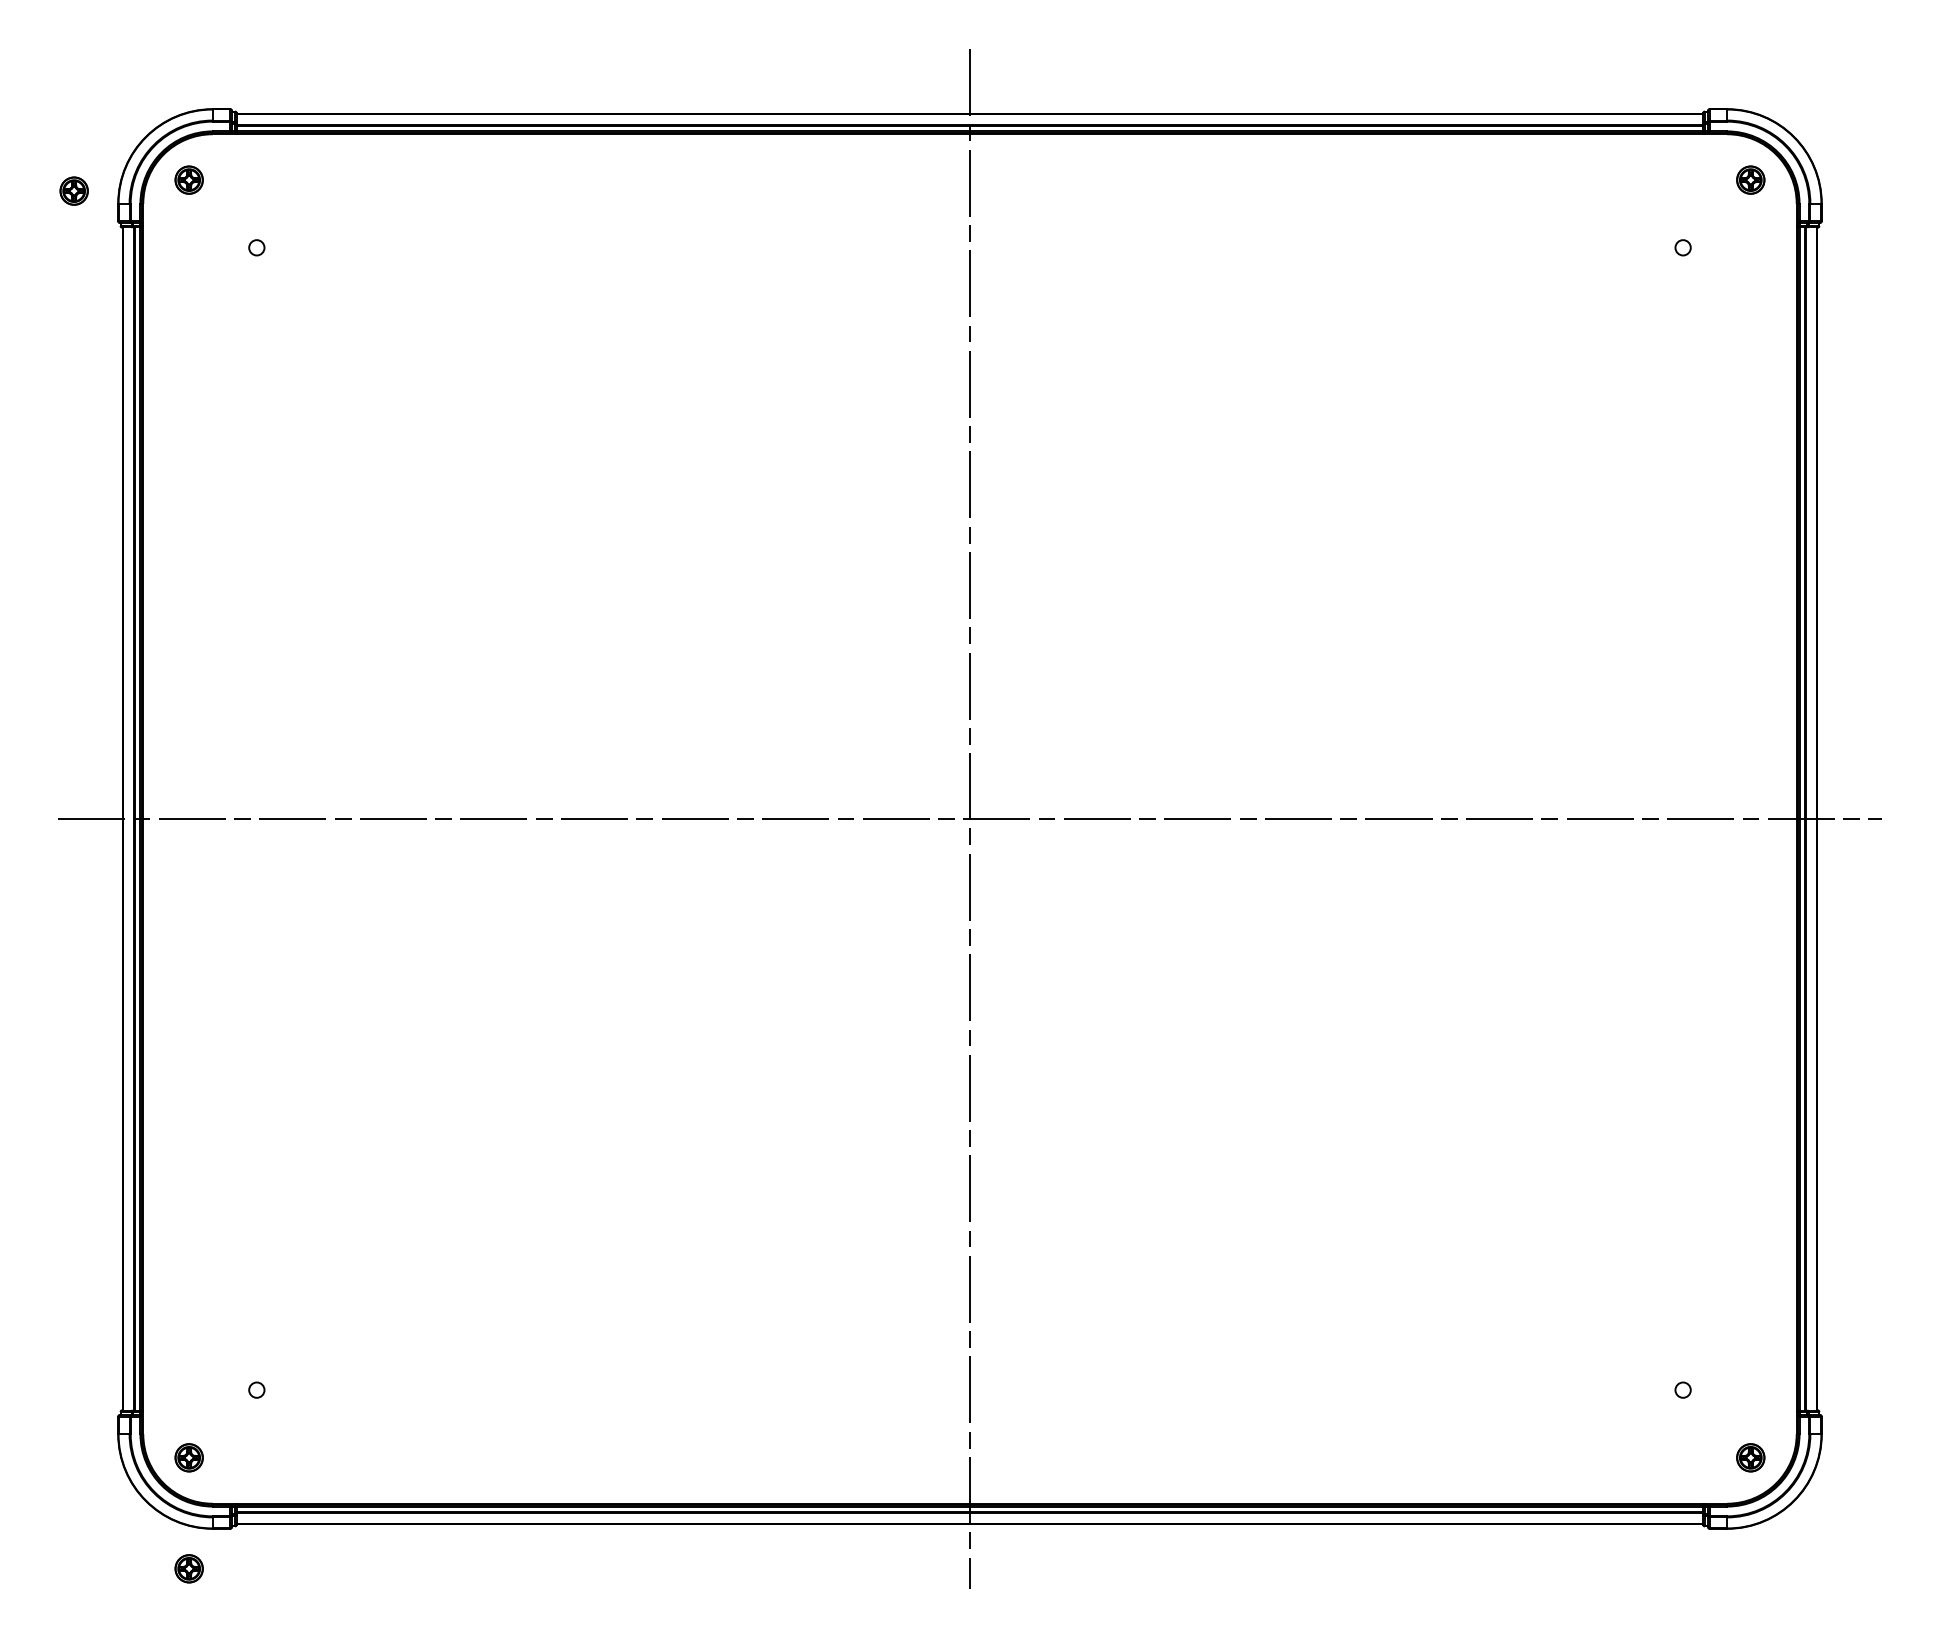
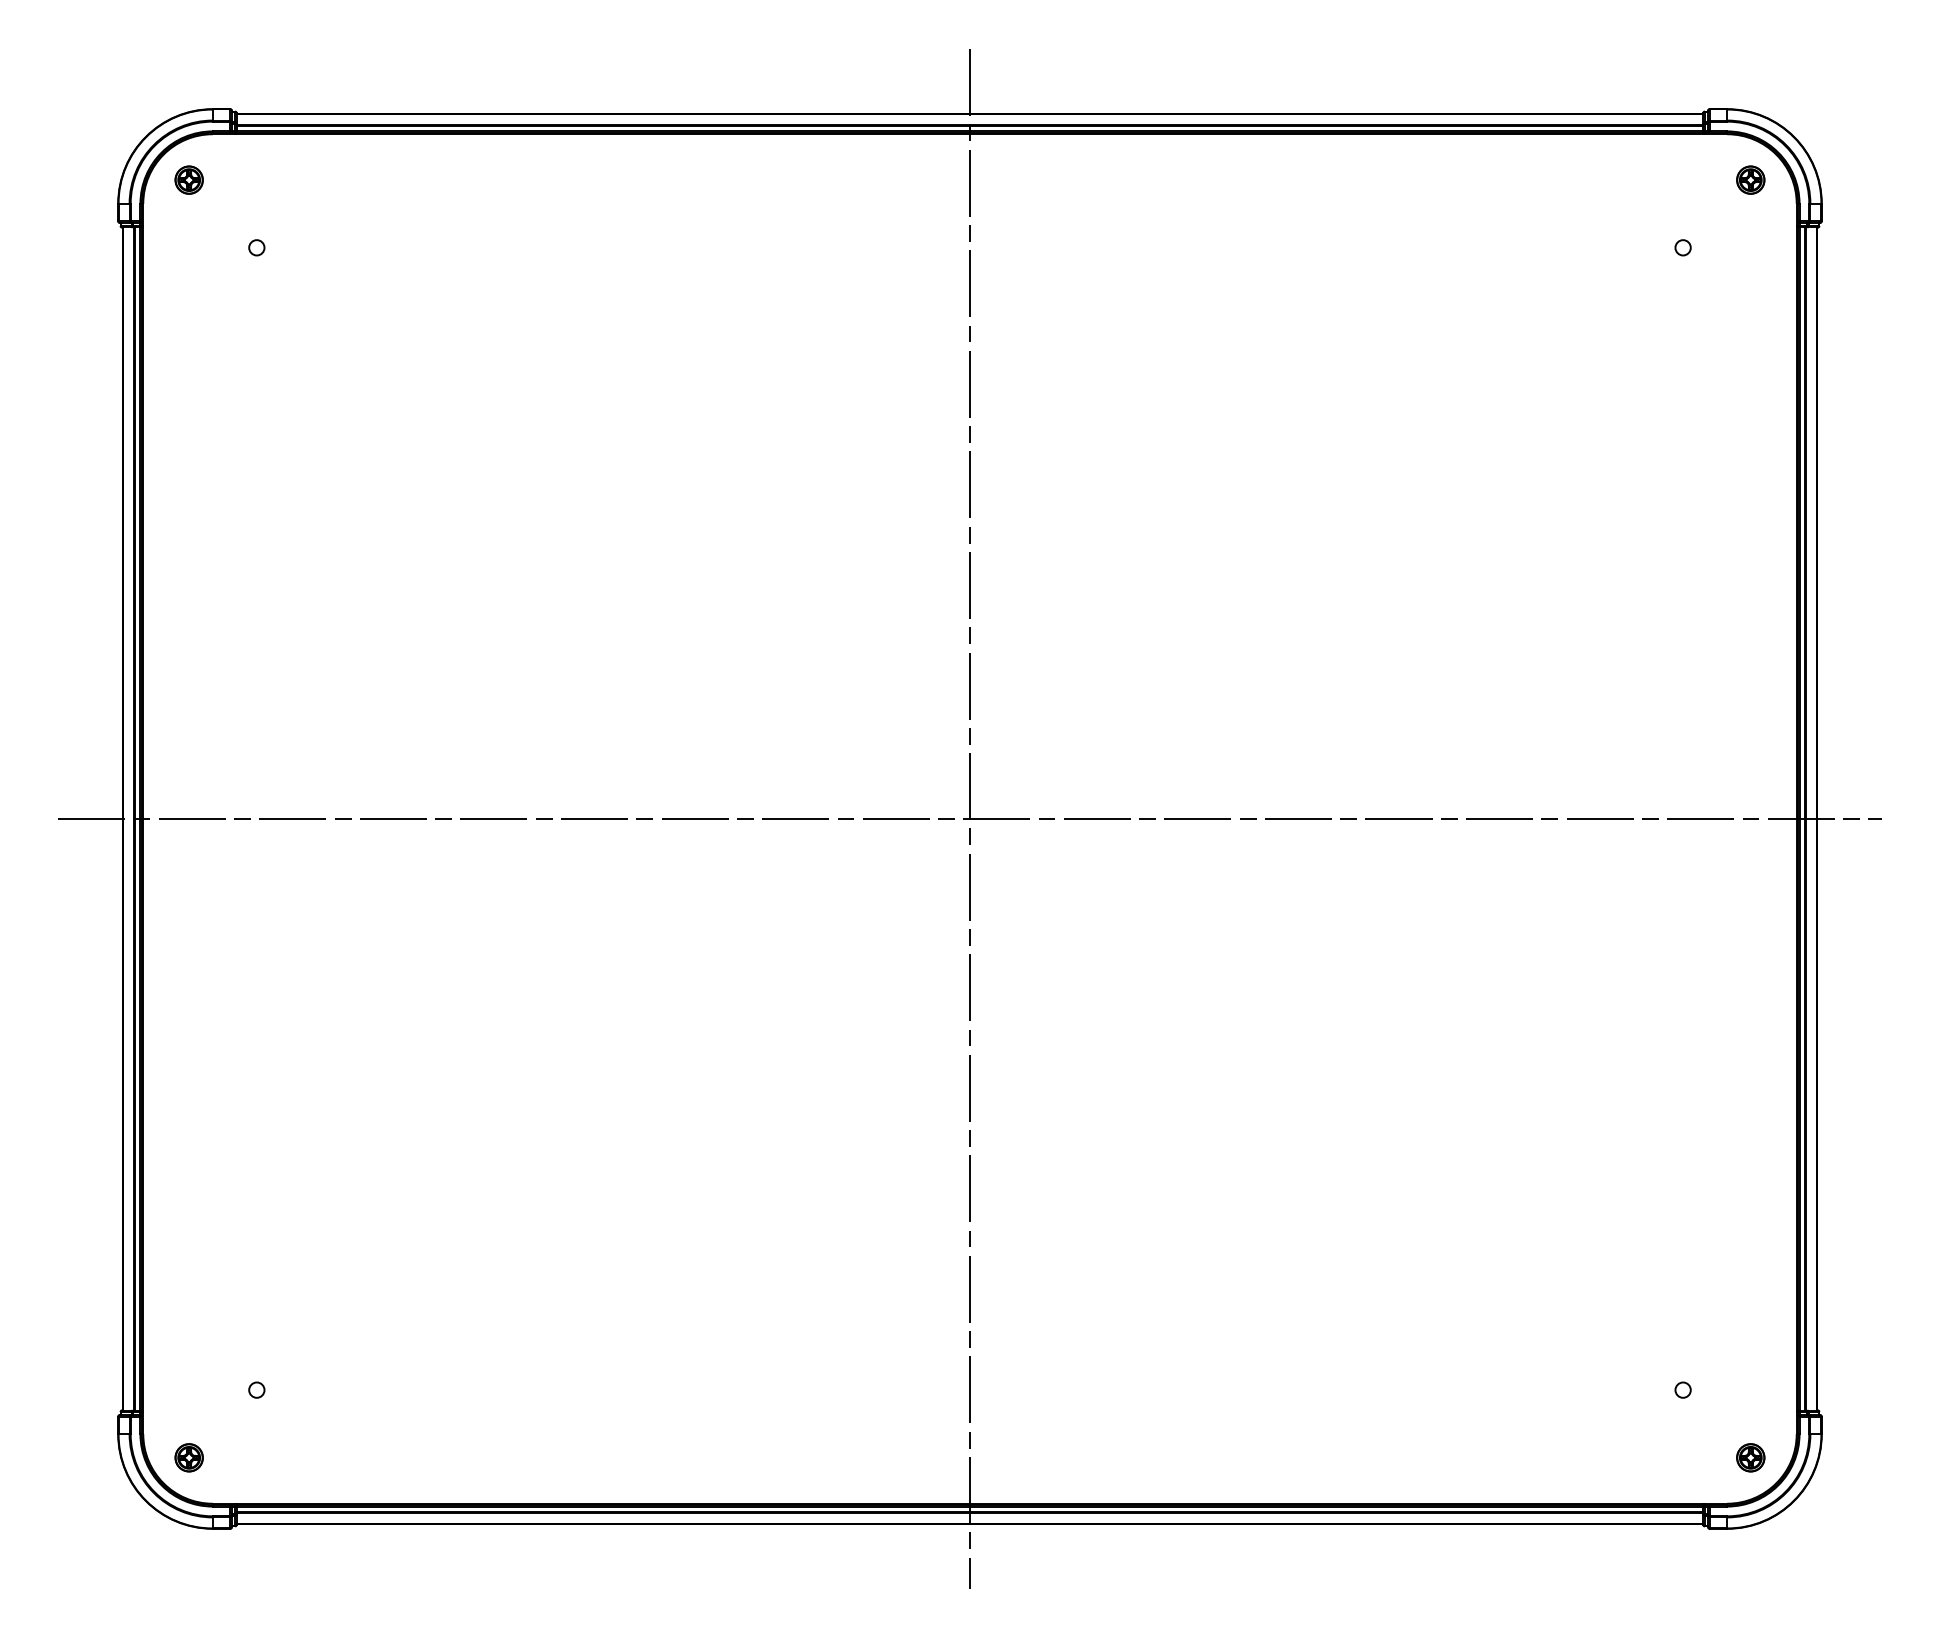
part at (73, 190): present -> none
part at (188, 1568): present -> none
